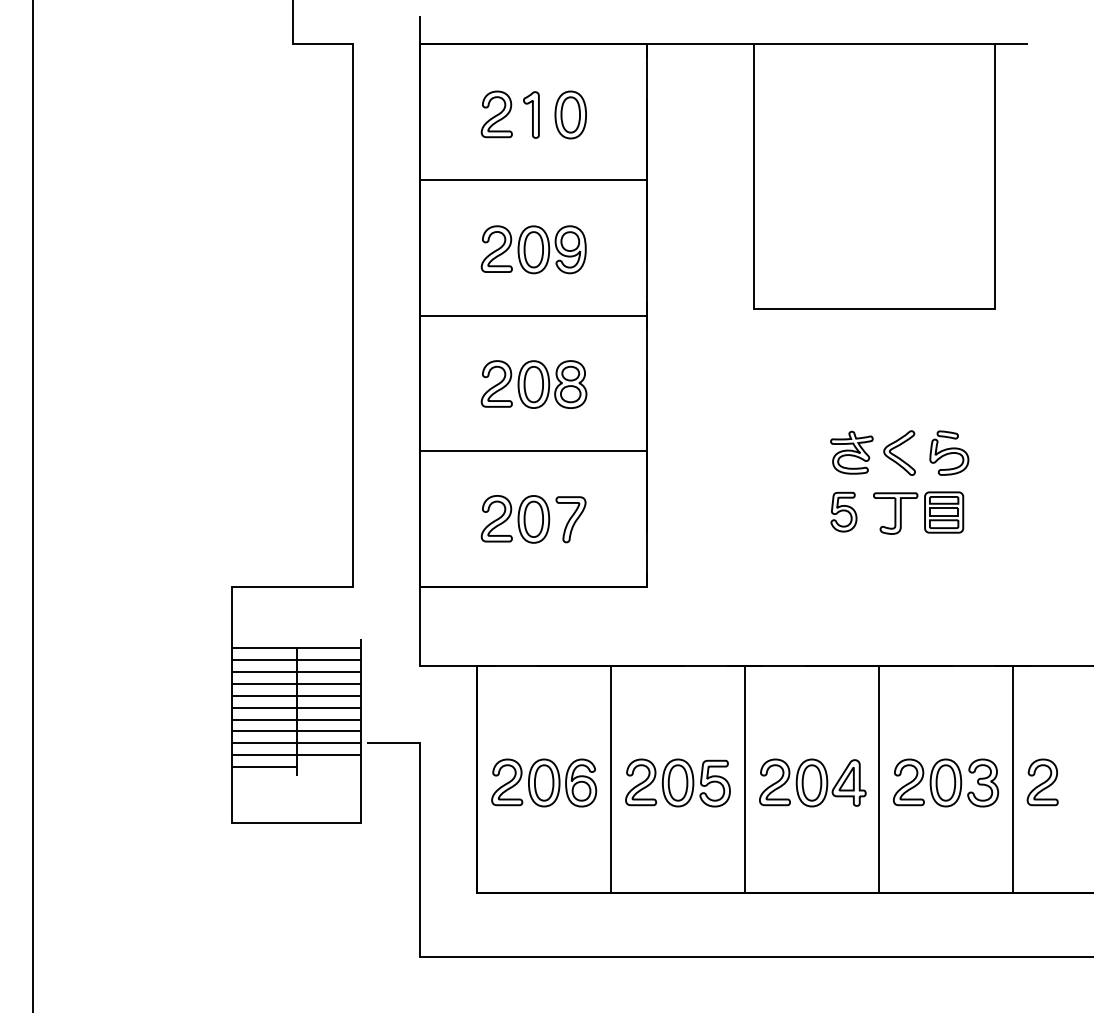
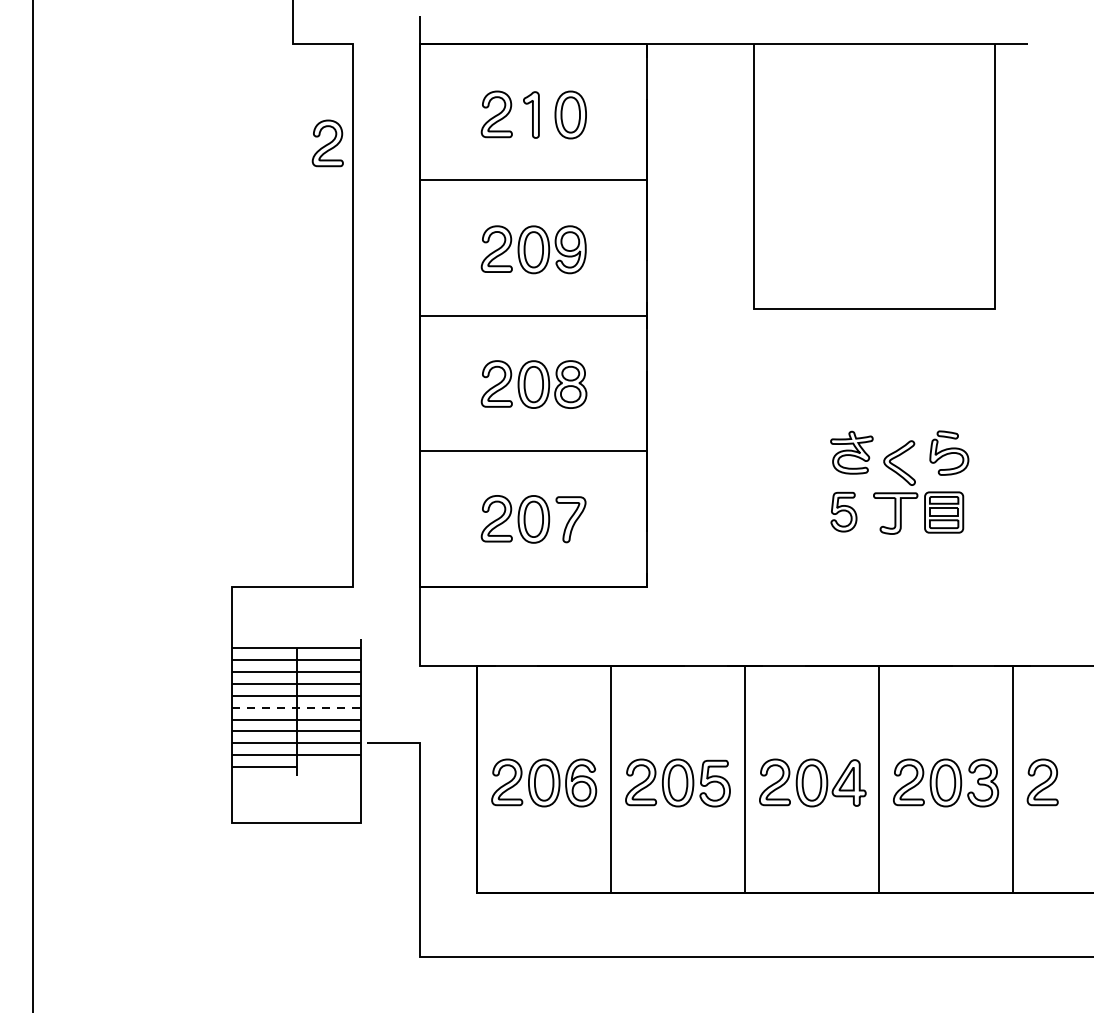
part at (327, 143): none -> present
part at (899, 452) position: (899, 452) -> (899, 462)
line at (297, 707): solid -> dashed
